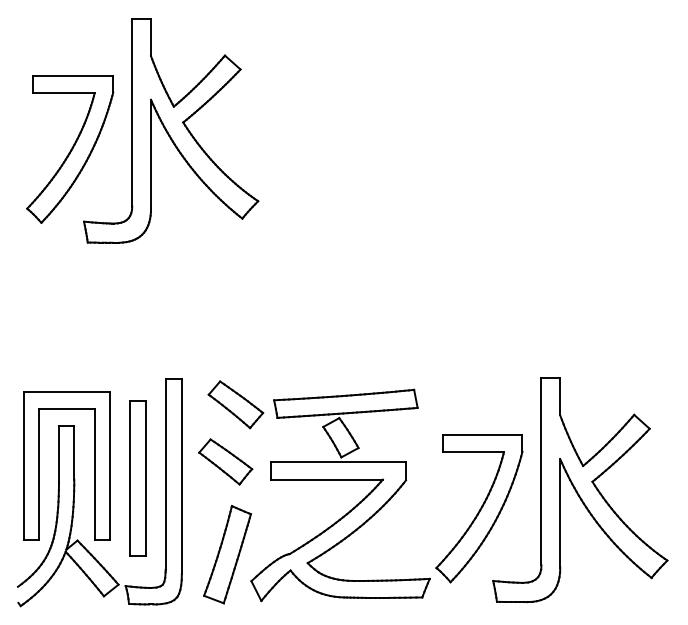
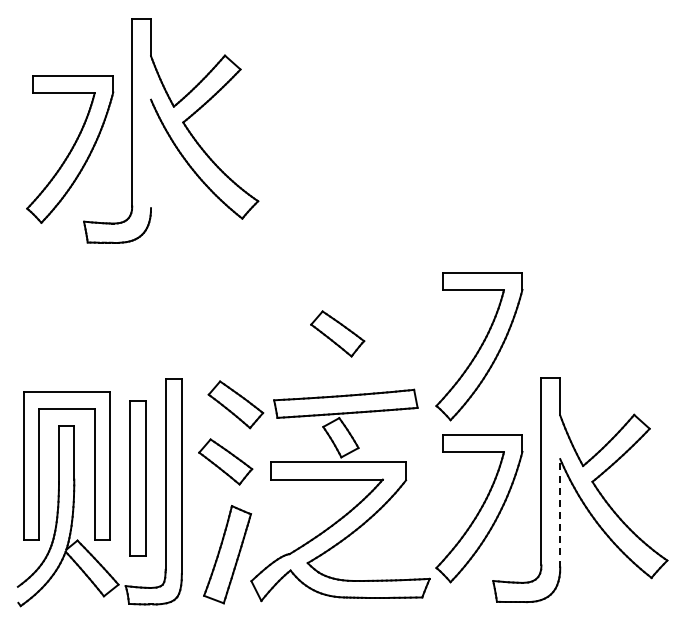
line at (151, 153): present -> none
part at (337, 333): none -> present
part at (479, 346): none -> present
line at (560, 512): solid -> dashed
